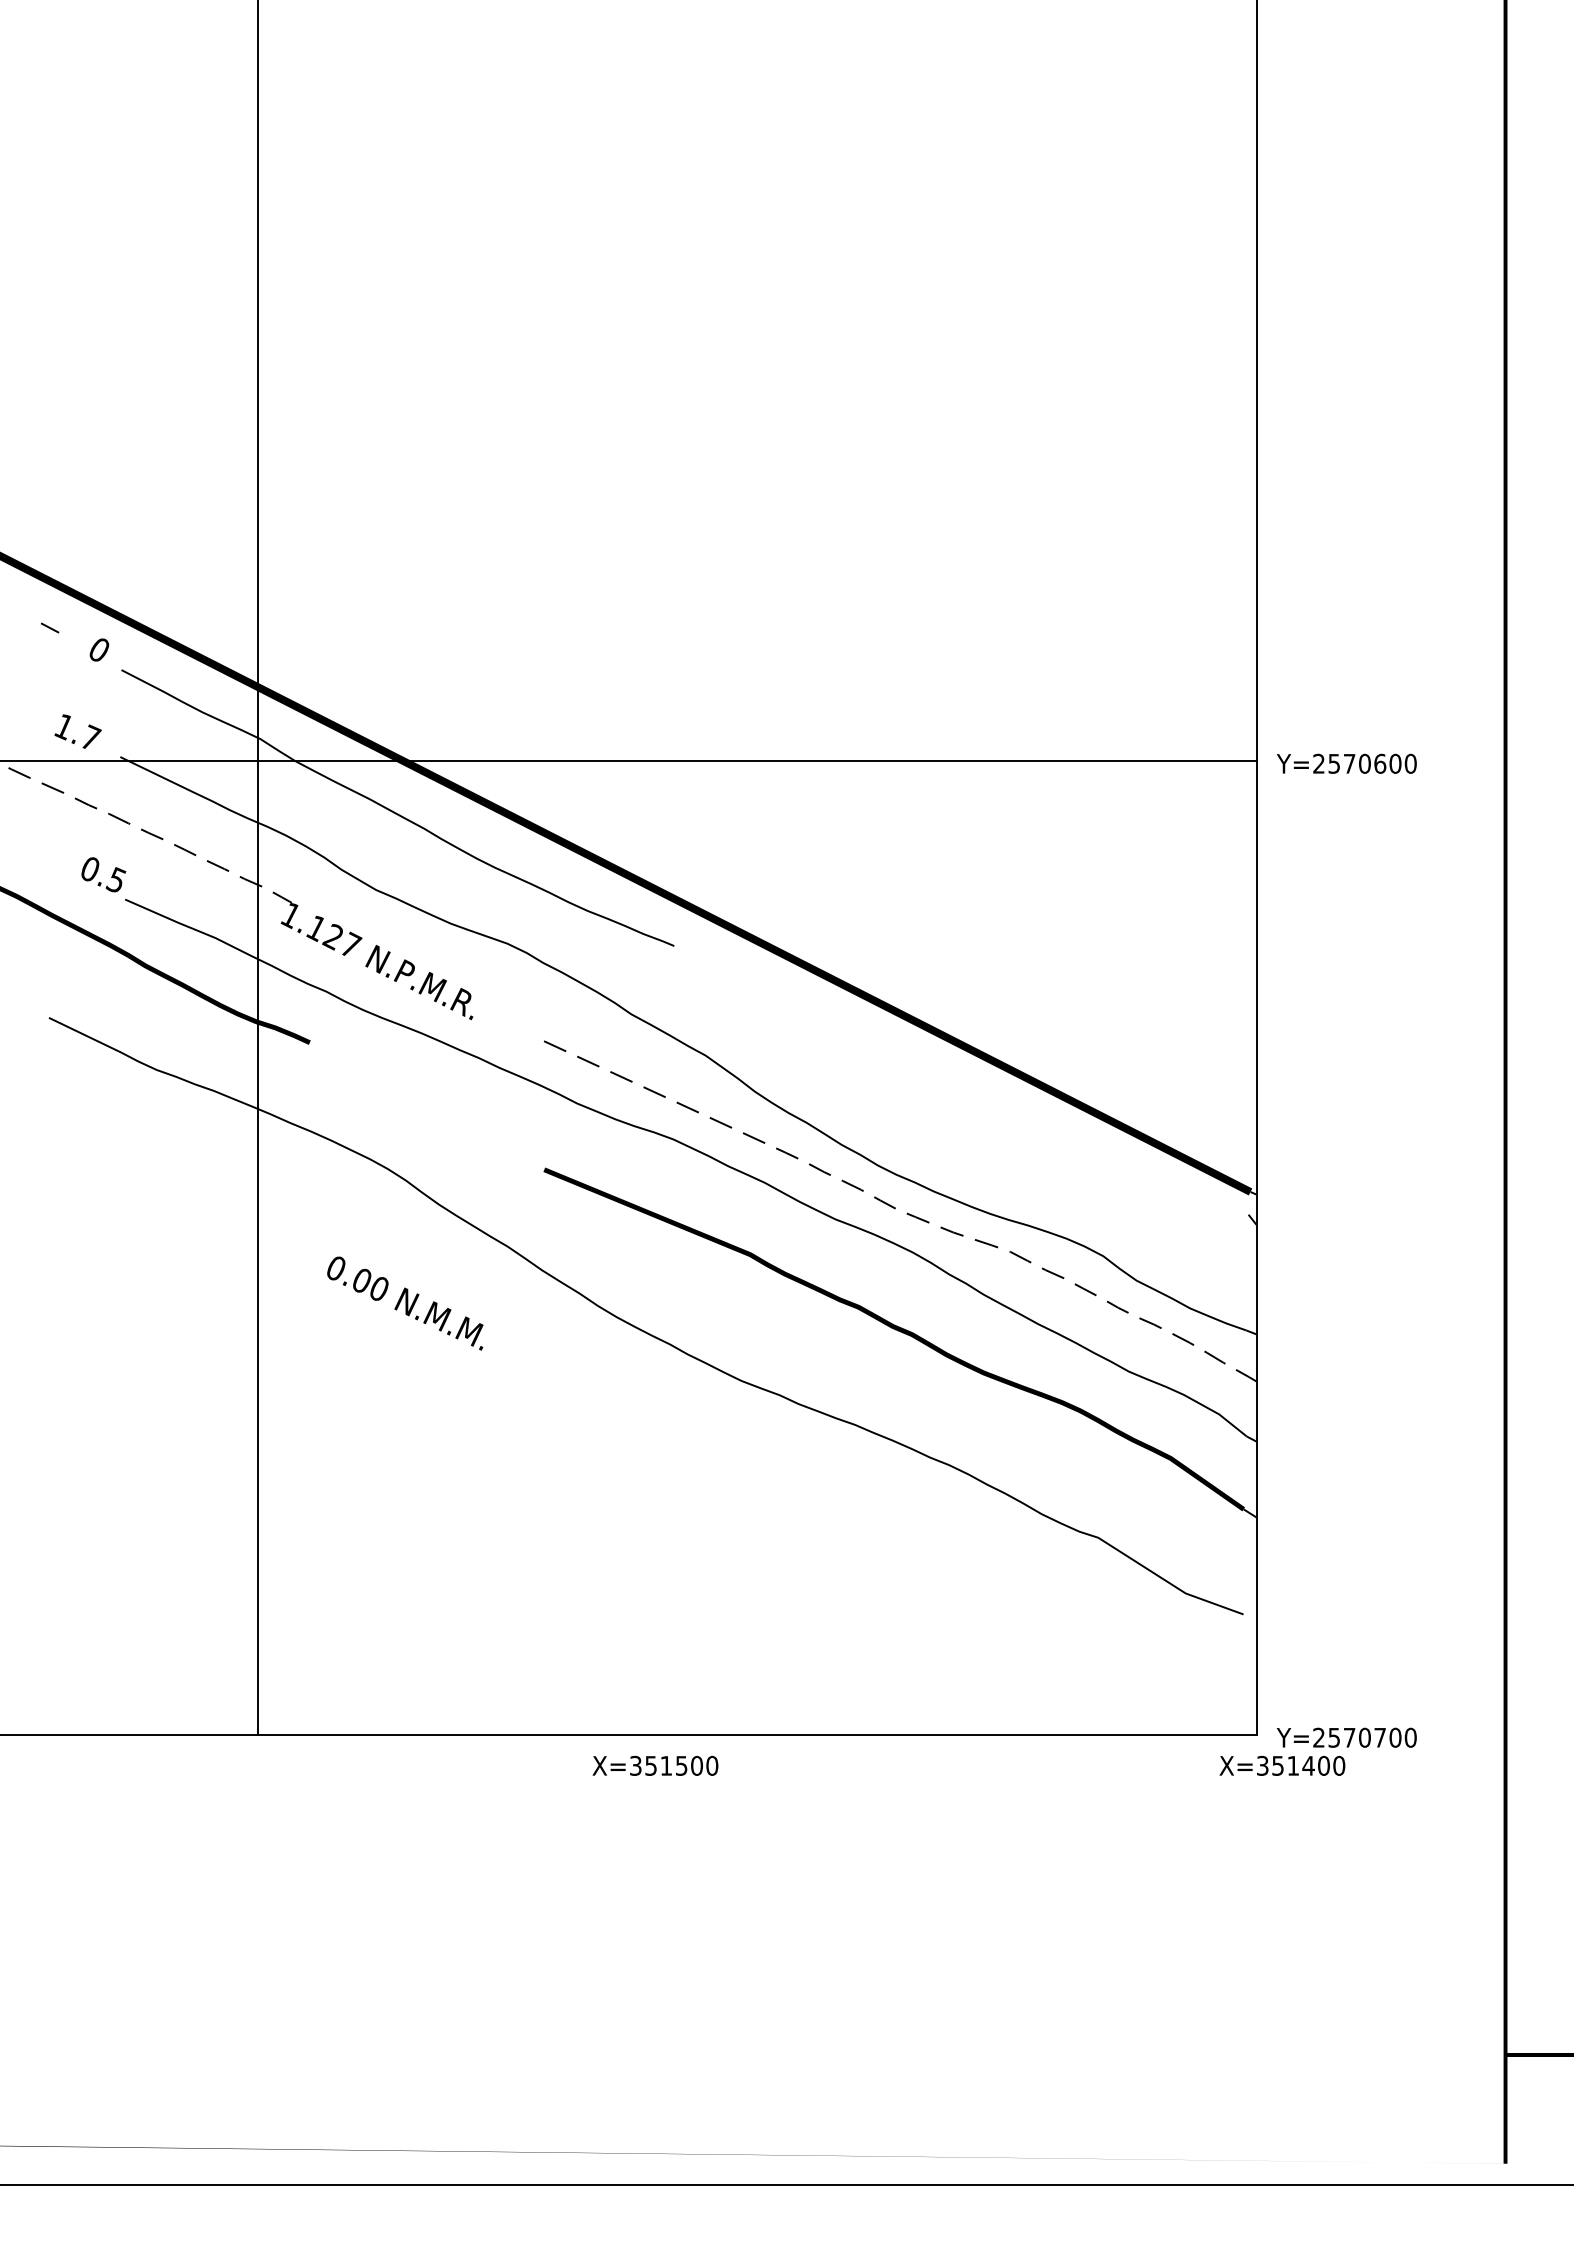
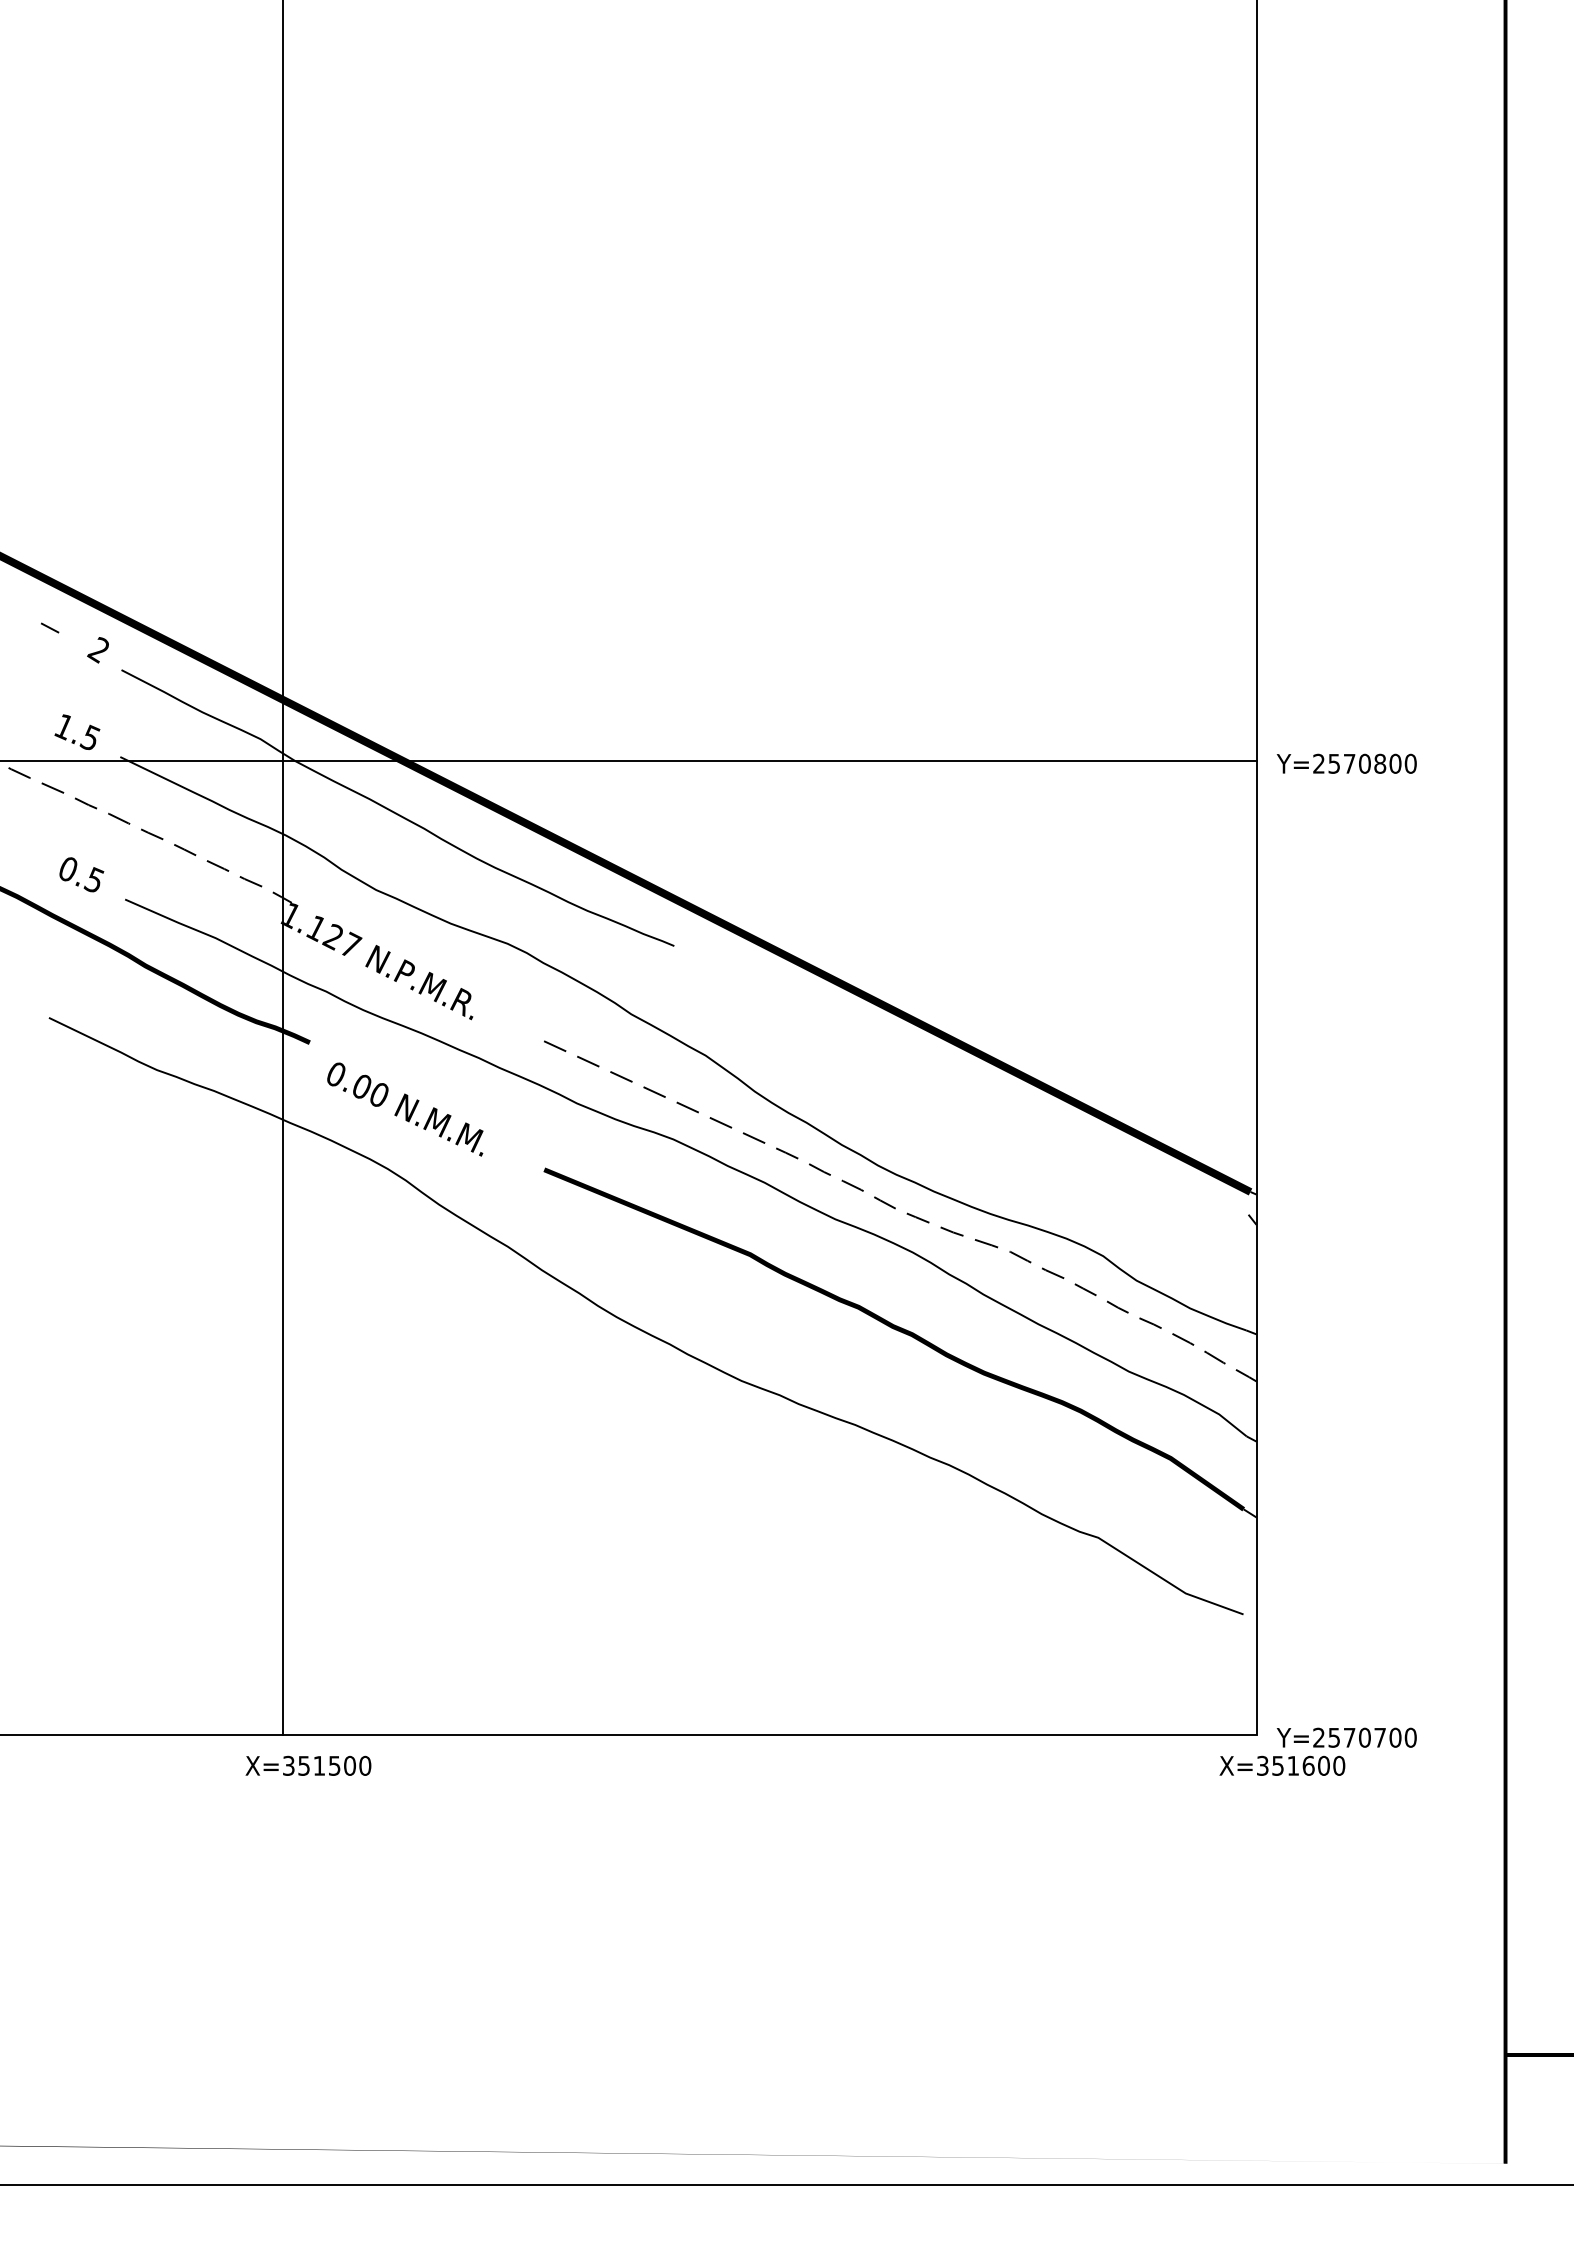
text at (98, 650): 0 -> 2
text at (90, 737): 1.7 -> 1.5
text at (1380, 763): Y=2570600 -> Y=2570800
line at (257, 868) position: (257, 868) -> (282, 868)
text at (103, 874) position: (103, 874) -> (81, 874)
text at (405, 1303) position: (405, 1303) -> (405, 1109)
text at (655, 1765) position: (655, 1765) -> (308, 1765)
text at (1308, 1765): X=351400 -> X=351600
